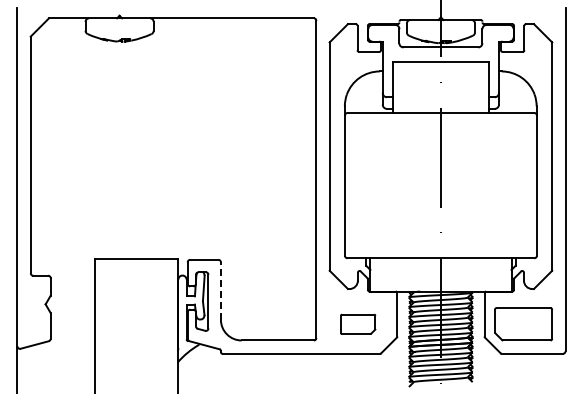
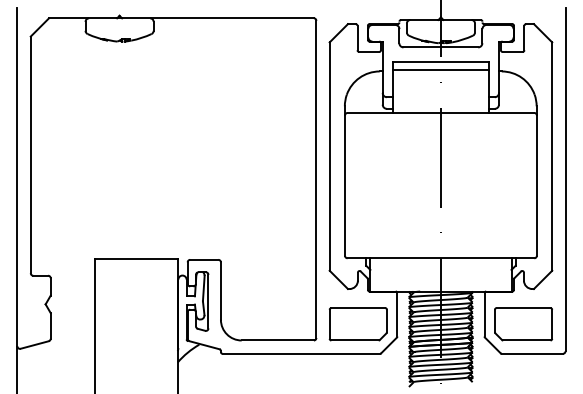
line at (440, 69): none -> present
line at (220, 291): dashed -> solid
part at (358, 323) size: 37x22 px -> 60x35 px
